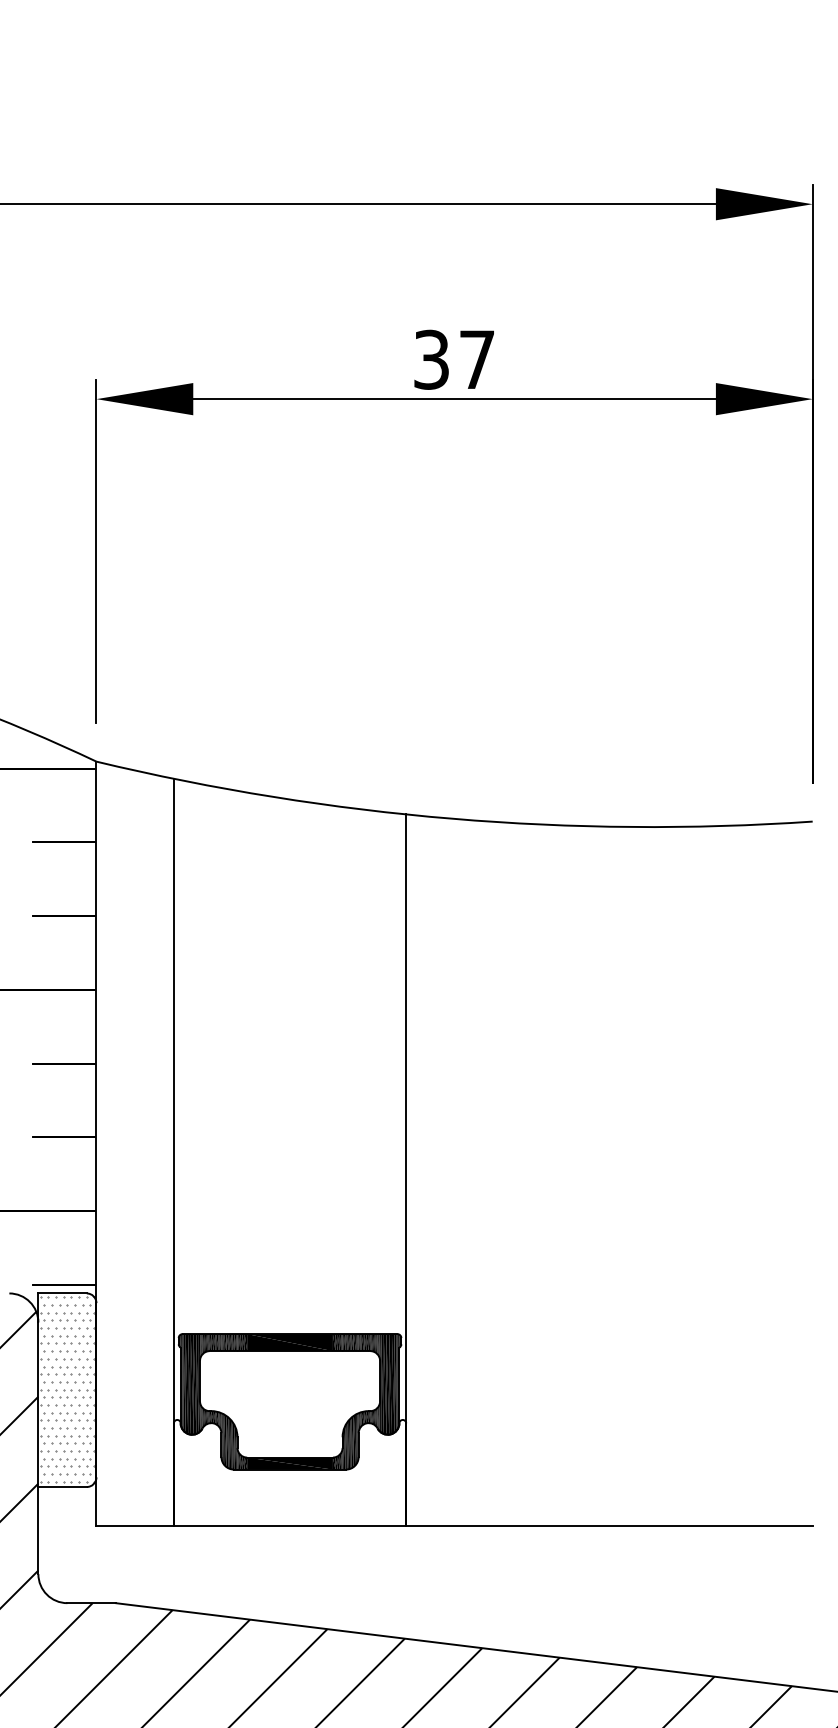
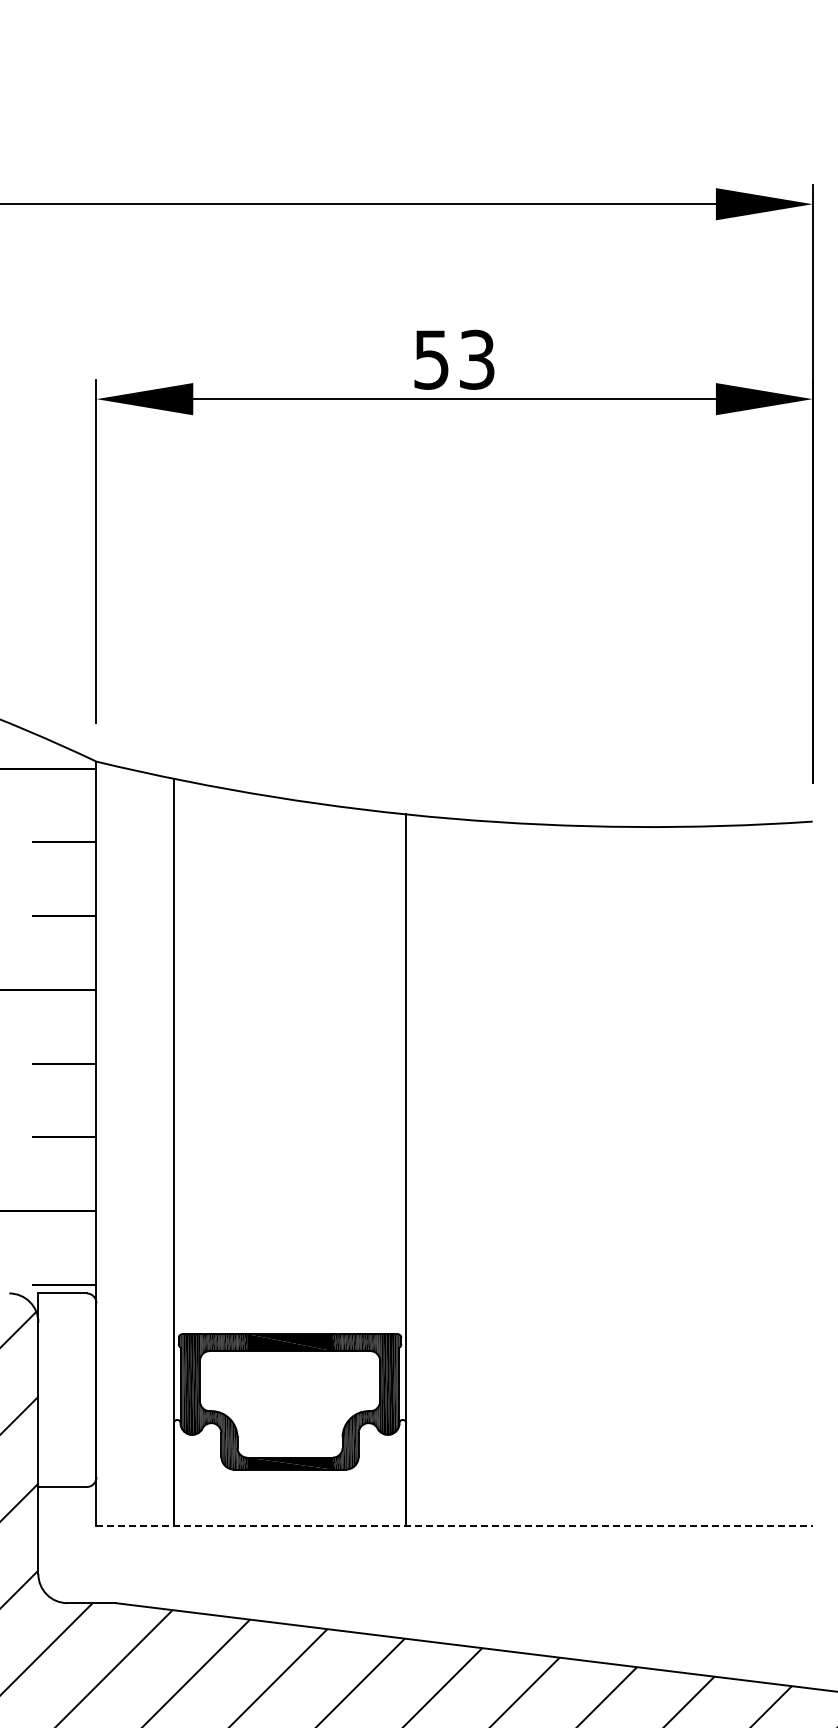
text at (454, 359): 37 -> 53
hatch at (67, 1389): present -> none
line at (455, 1525): solid -> dashed
